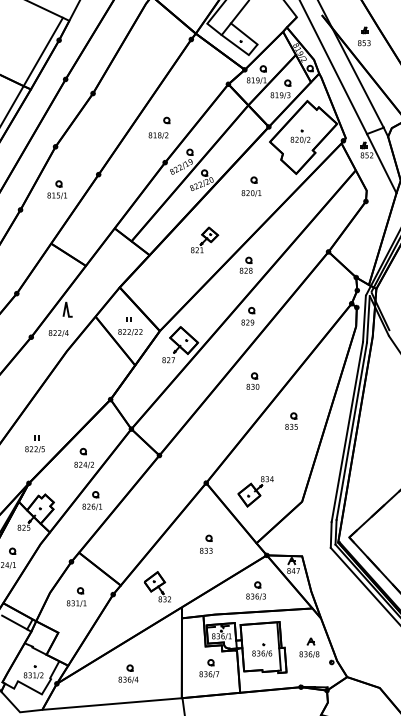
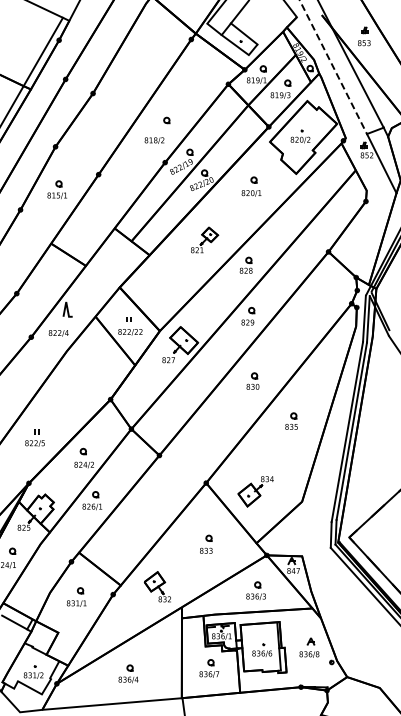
line at (333, 67): solid -> dashed
text at (158, 135) position: (158, 135) -> (154, 140)
part at (34, 443) position: (34, 443) -> (34, 437)
